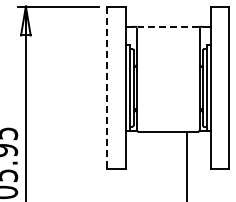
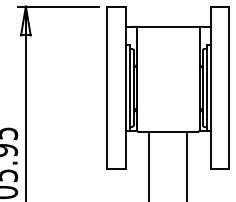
line at (168, 26): dashed -> solid
line at (107, 88): dashed -> solid
line at (149, 164): none -> present
